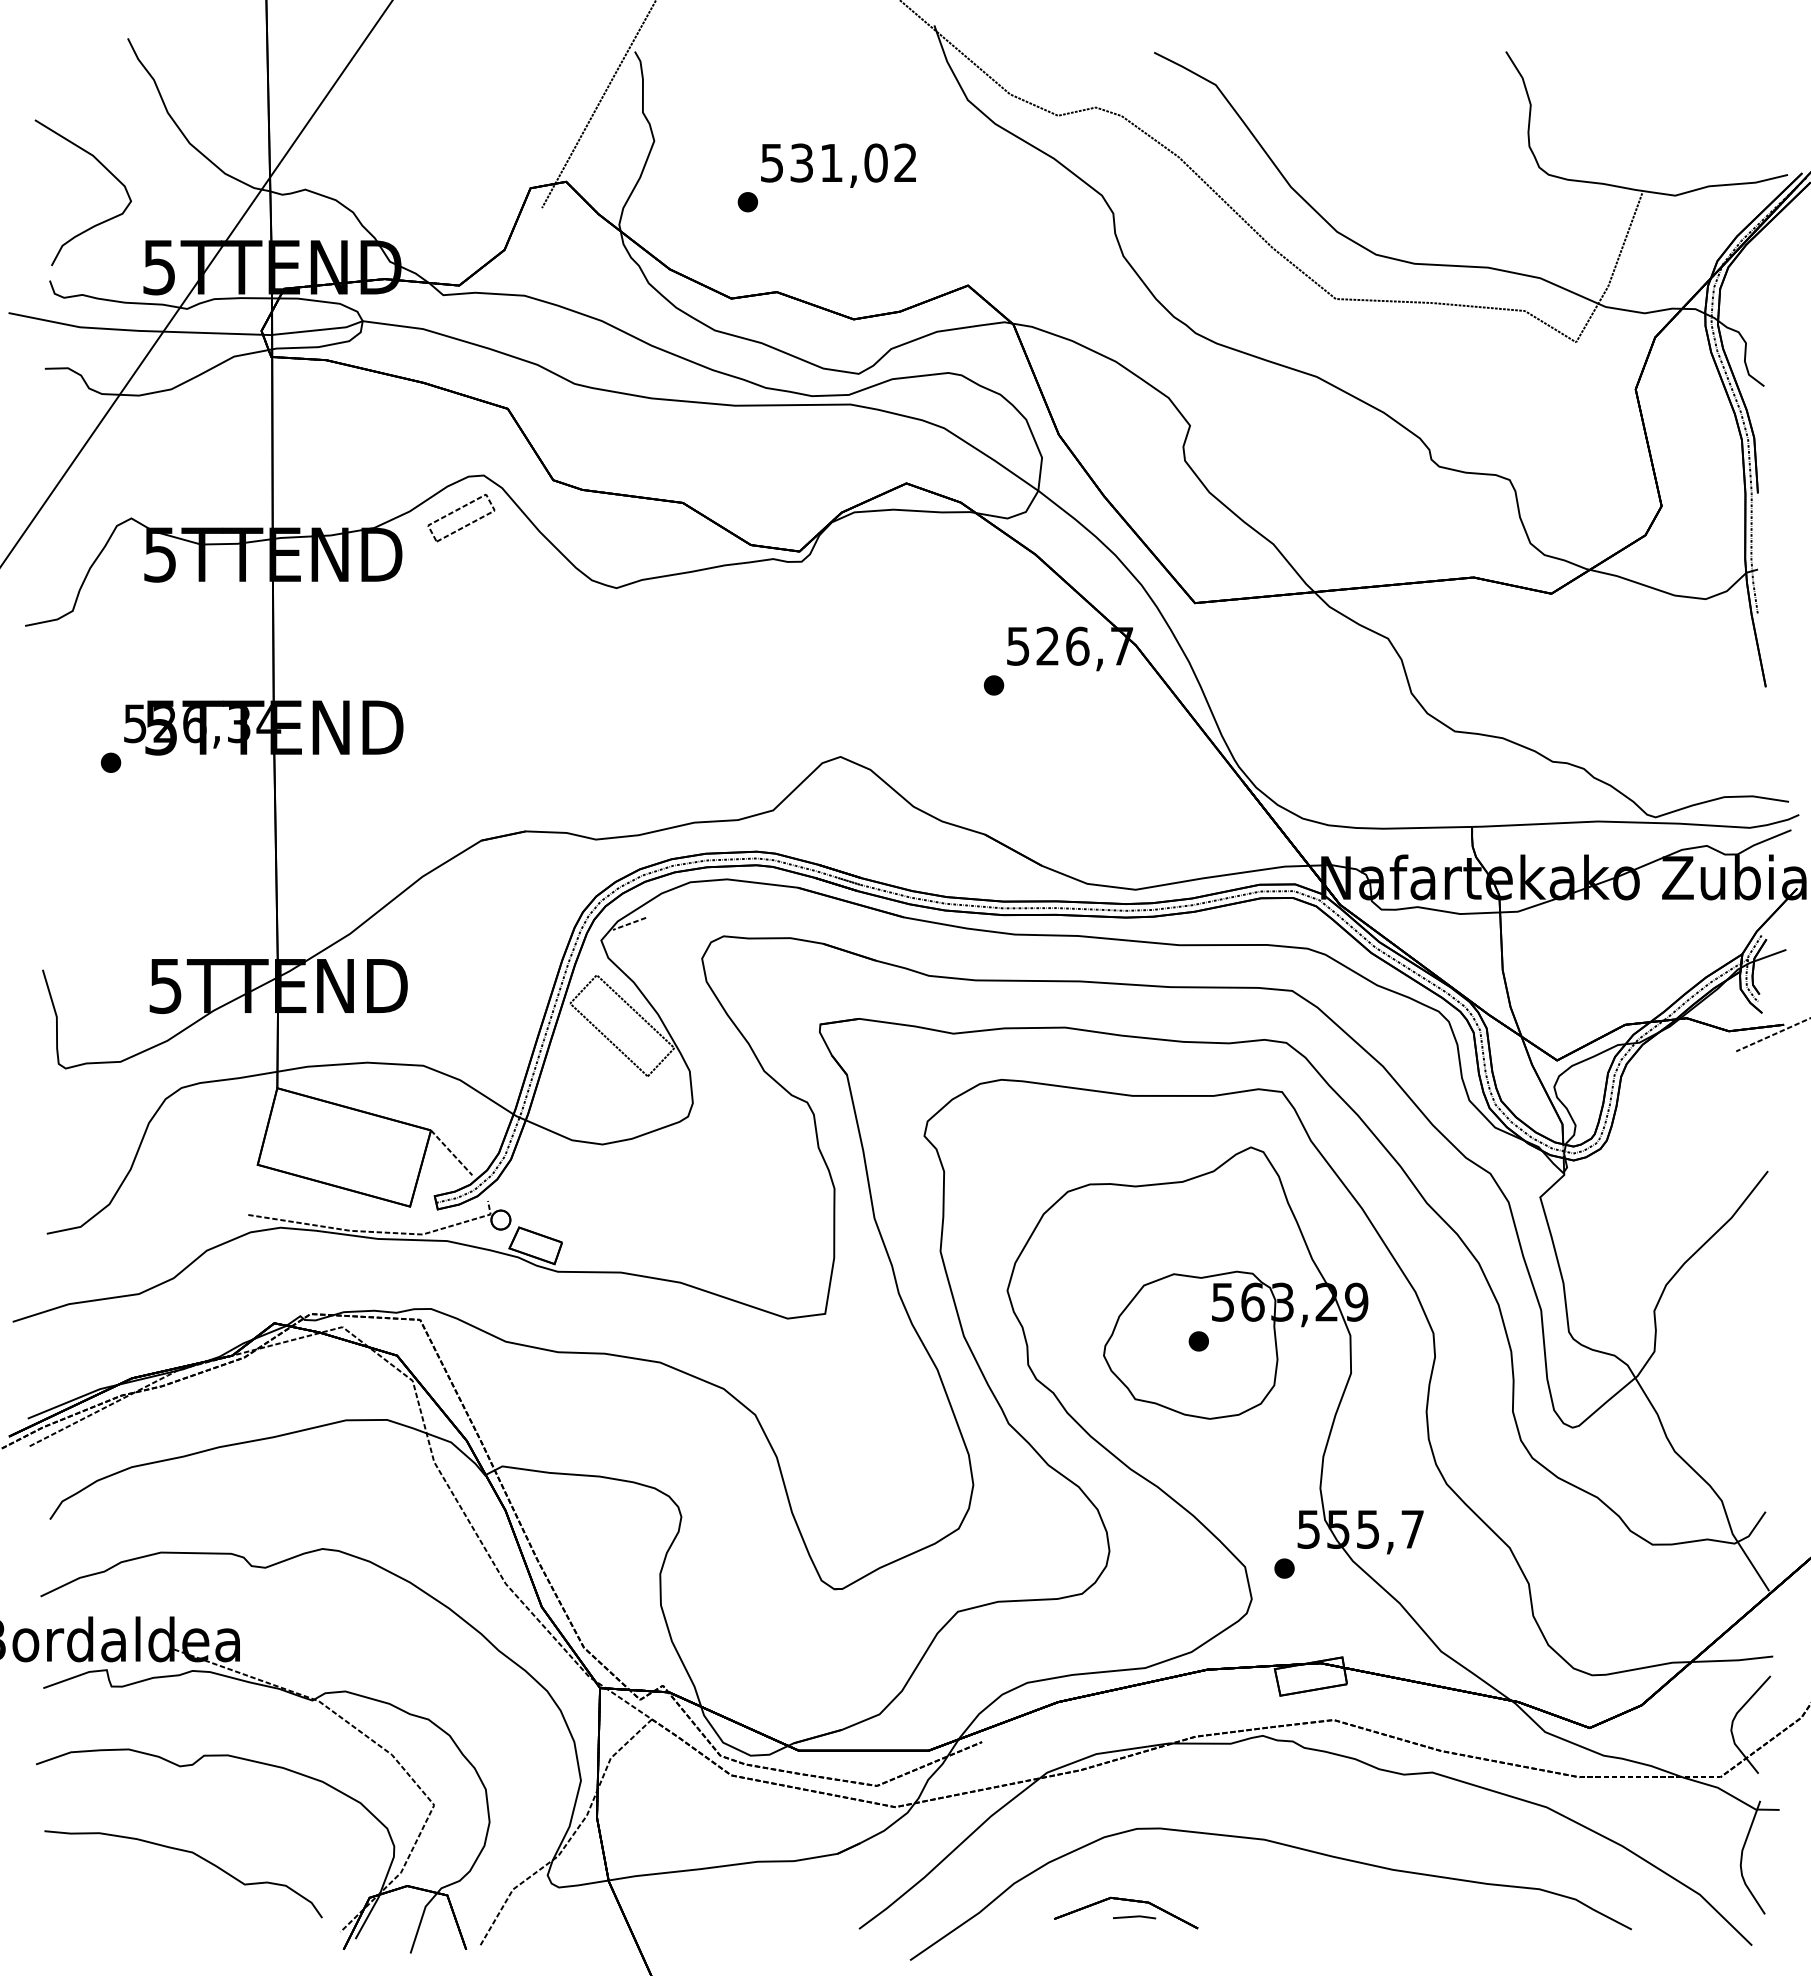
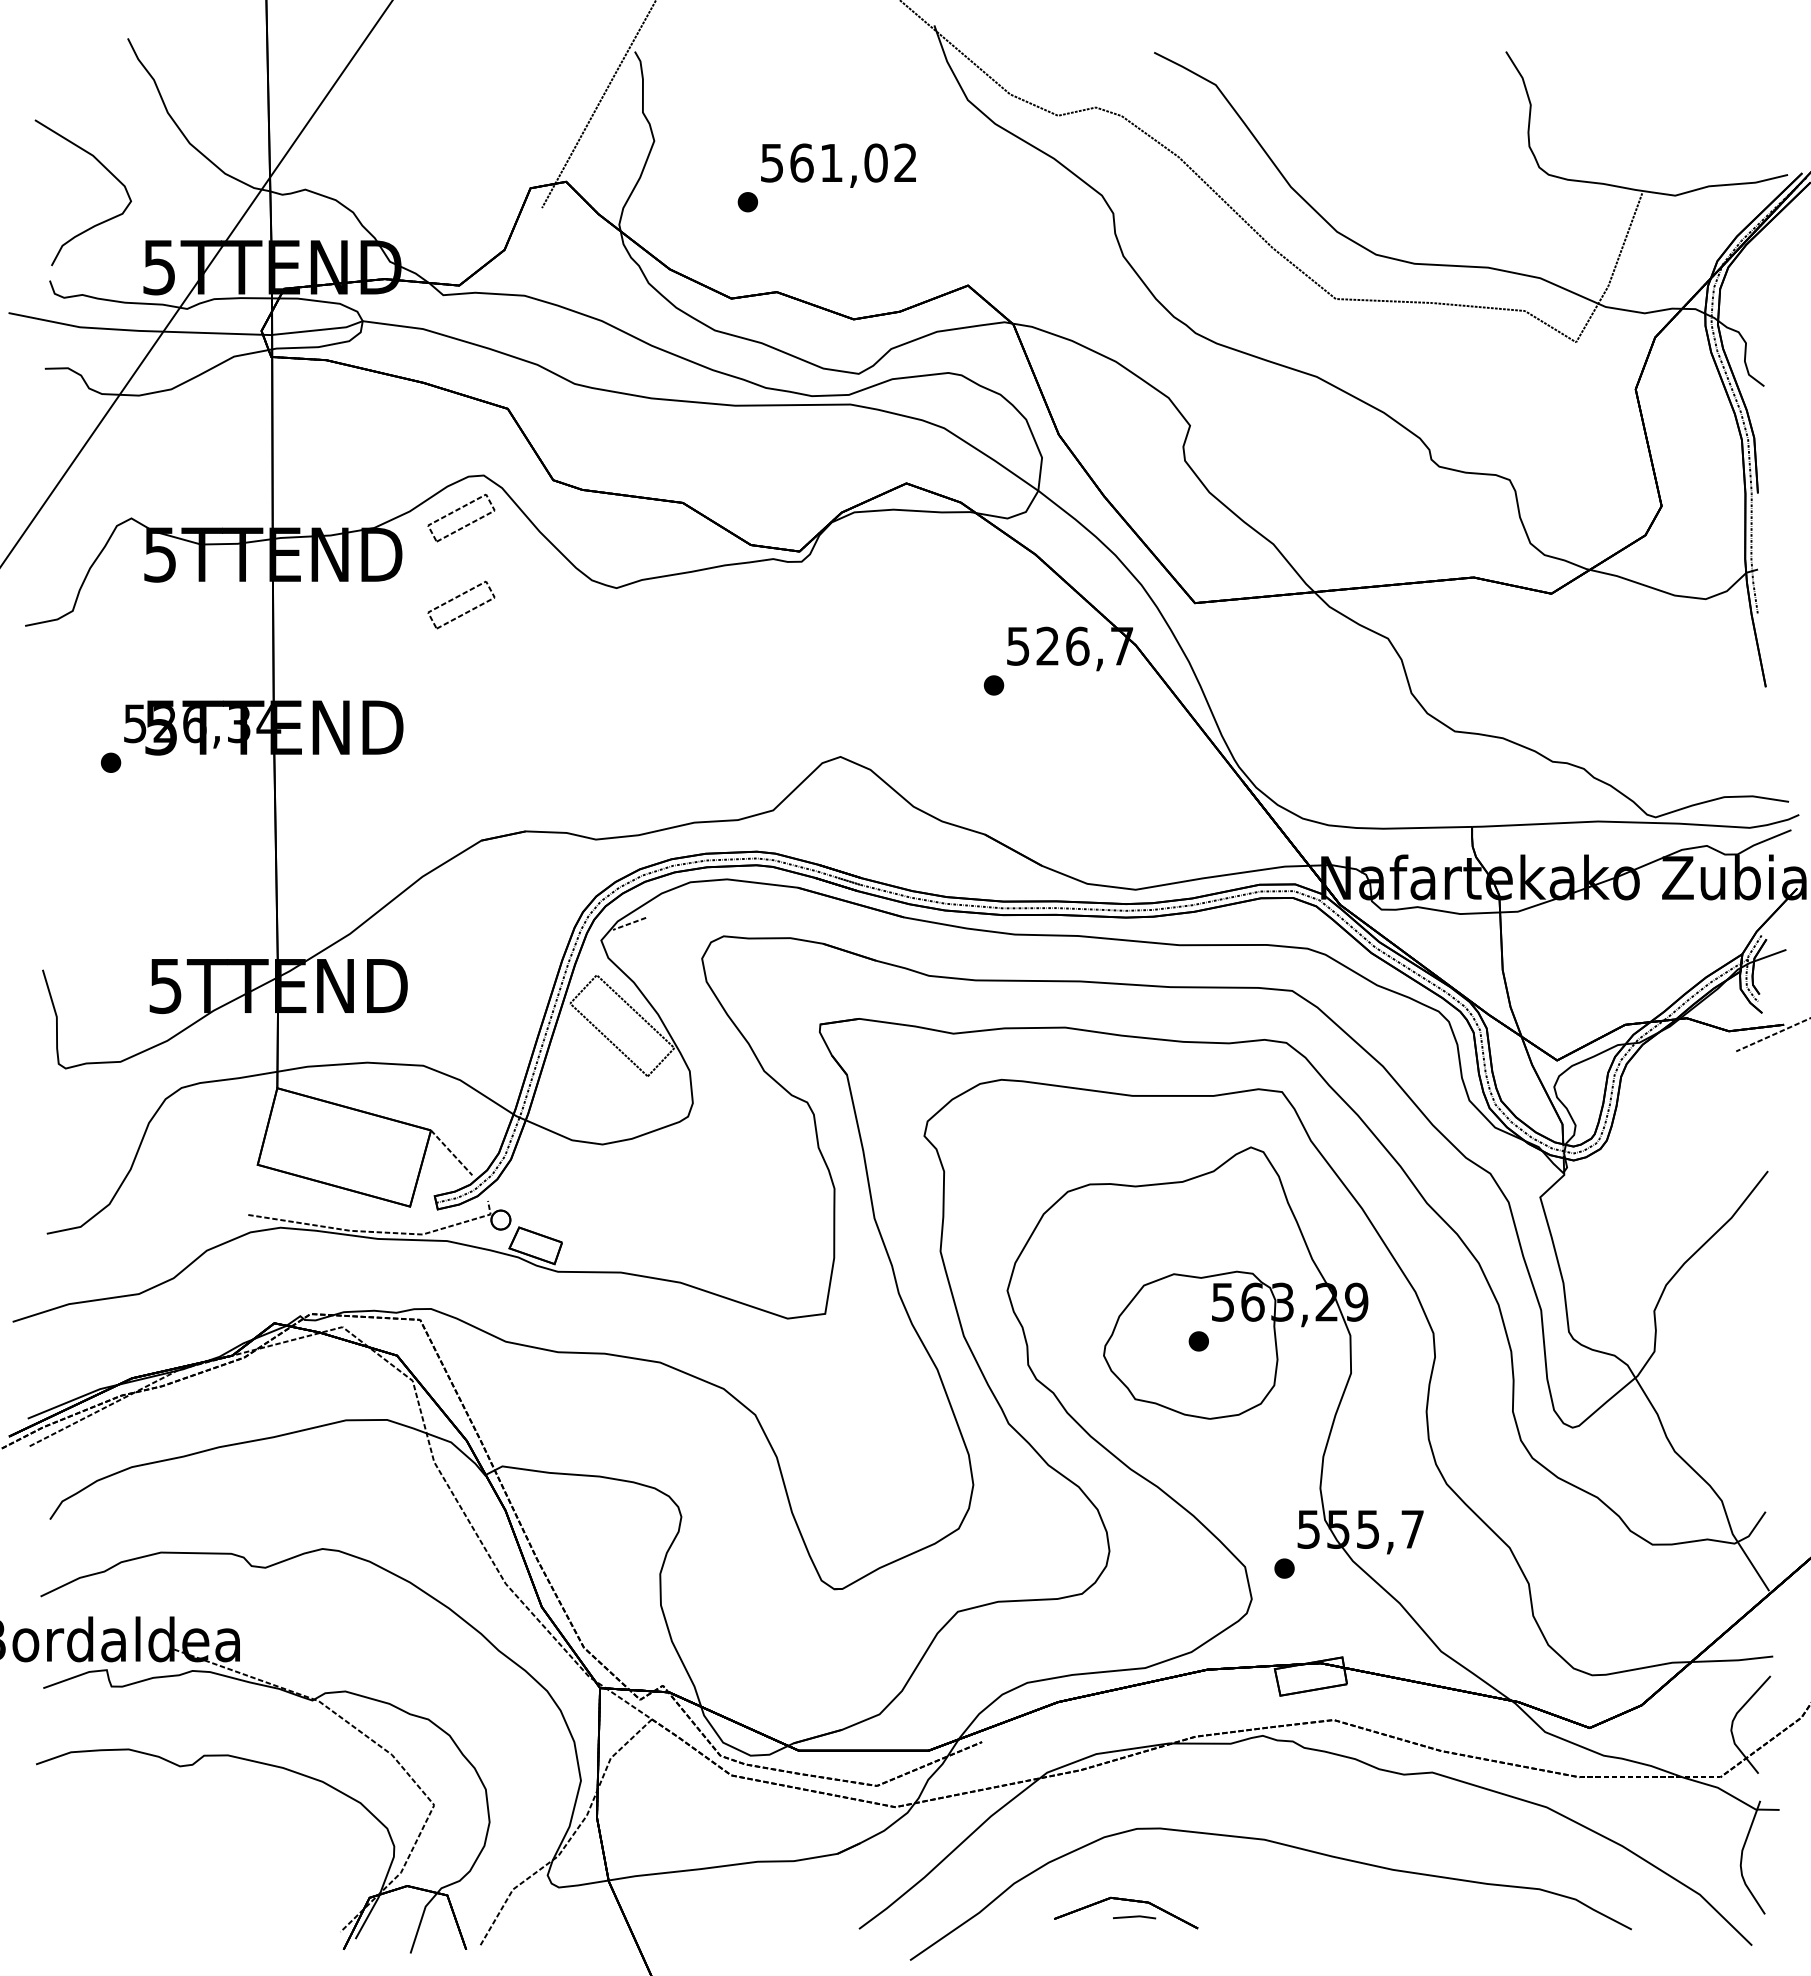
text at (801, 162): 531,02 -> 561,02
part at (458, 597): none -> present
part at (186, 1852): present -> none
